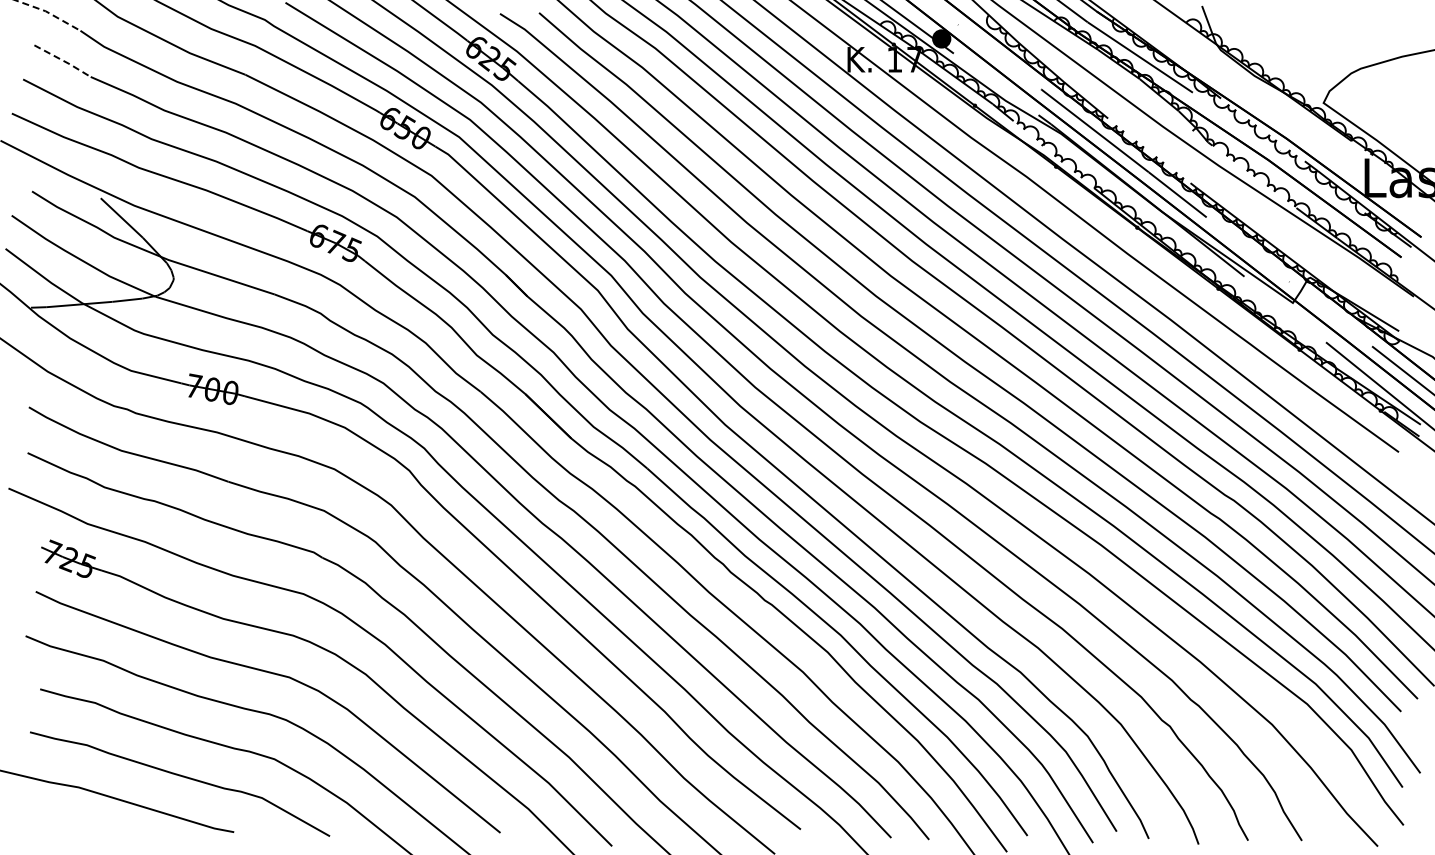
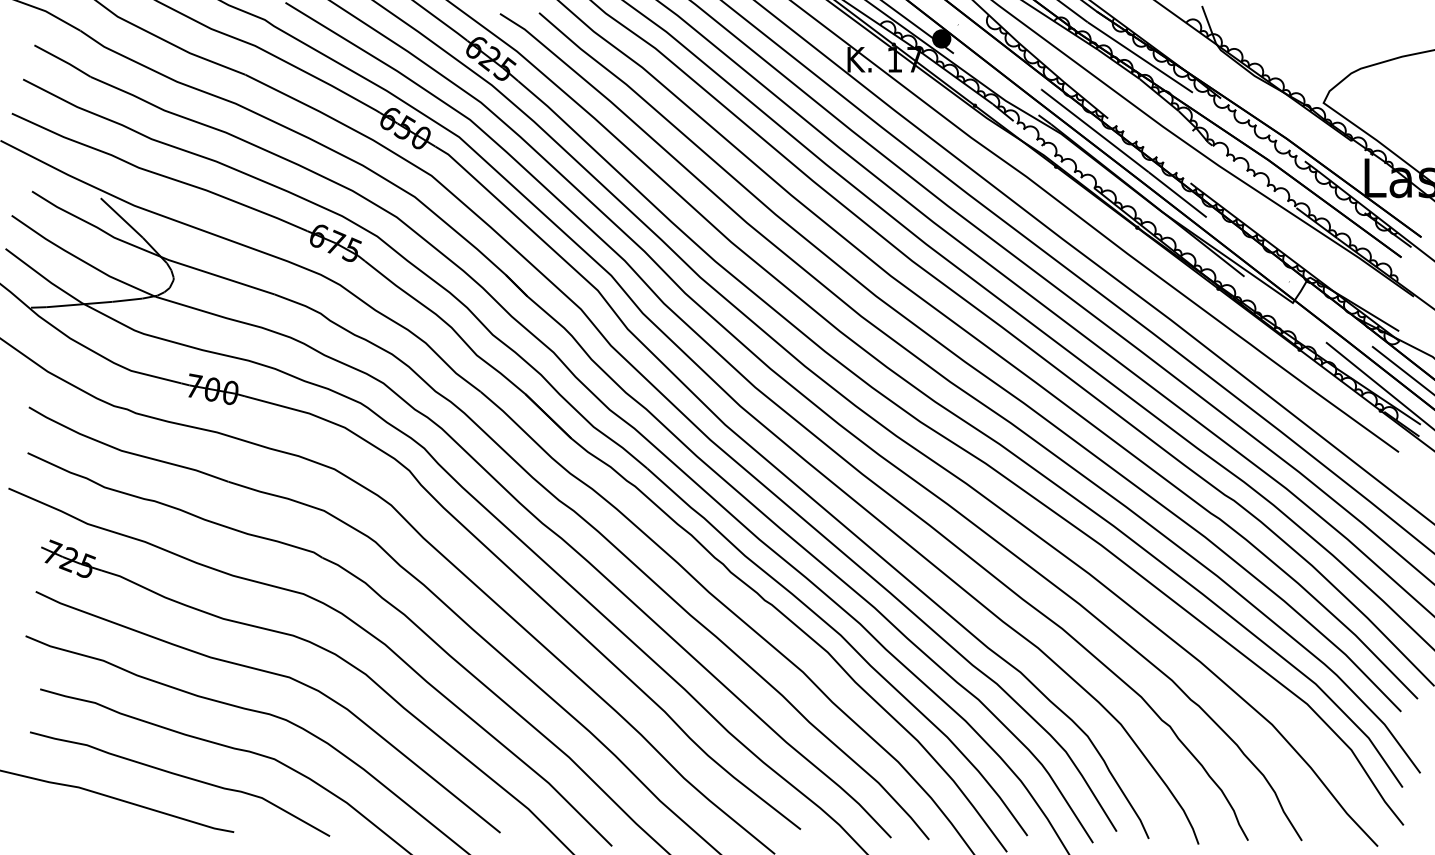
line at (48, 12): dashed -> solid
line at (63, 60): dashed -> solid
